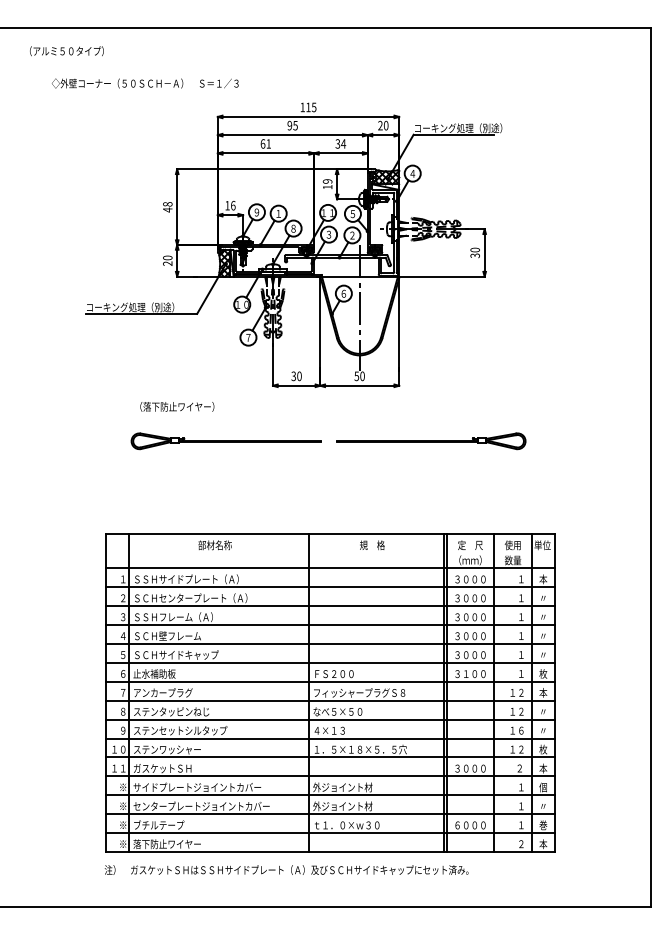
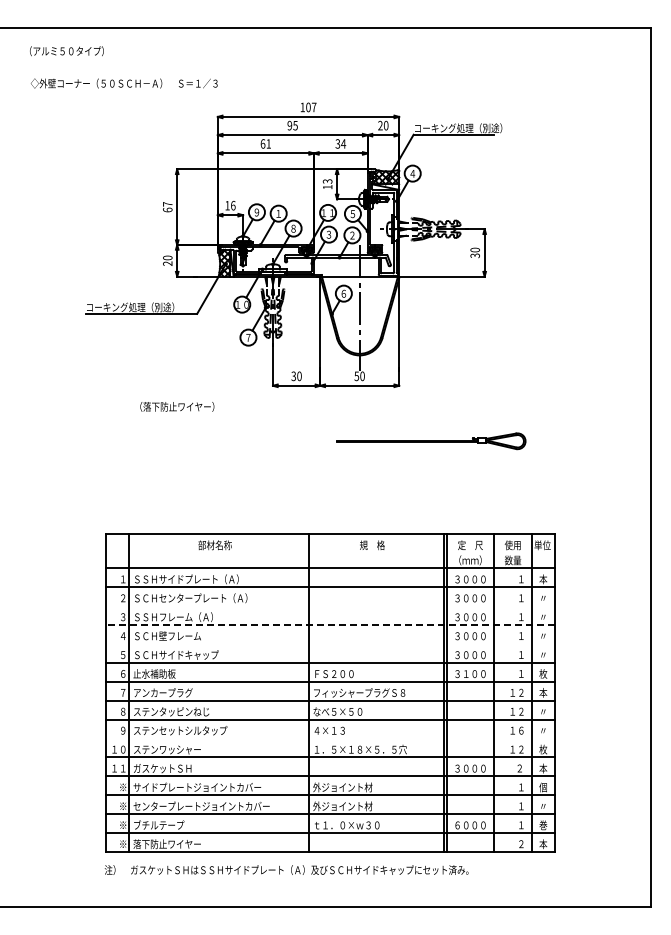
text at (145, 83) position: (145, 83) -> (124, 83)
text at (311, 107): 115 -> 107
text at (327, 181): 19 -> 13
text at (167, 207): 48 -> 67
part at (225, 441): present -> none
line at (330, 606): present -> none
line at (330, 625): solid -> dashed
line at (330, 643): present -> none
line at (330, 738): present -> none
